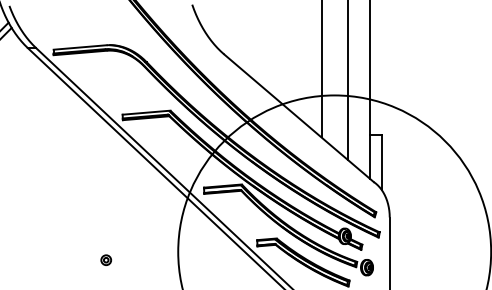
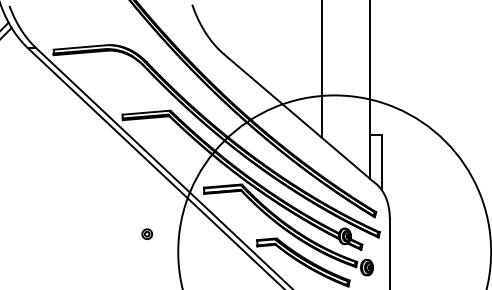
line at (347, 80): present -> none
part at (105, 259) position: (105, 259) -> (146, 233)
